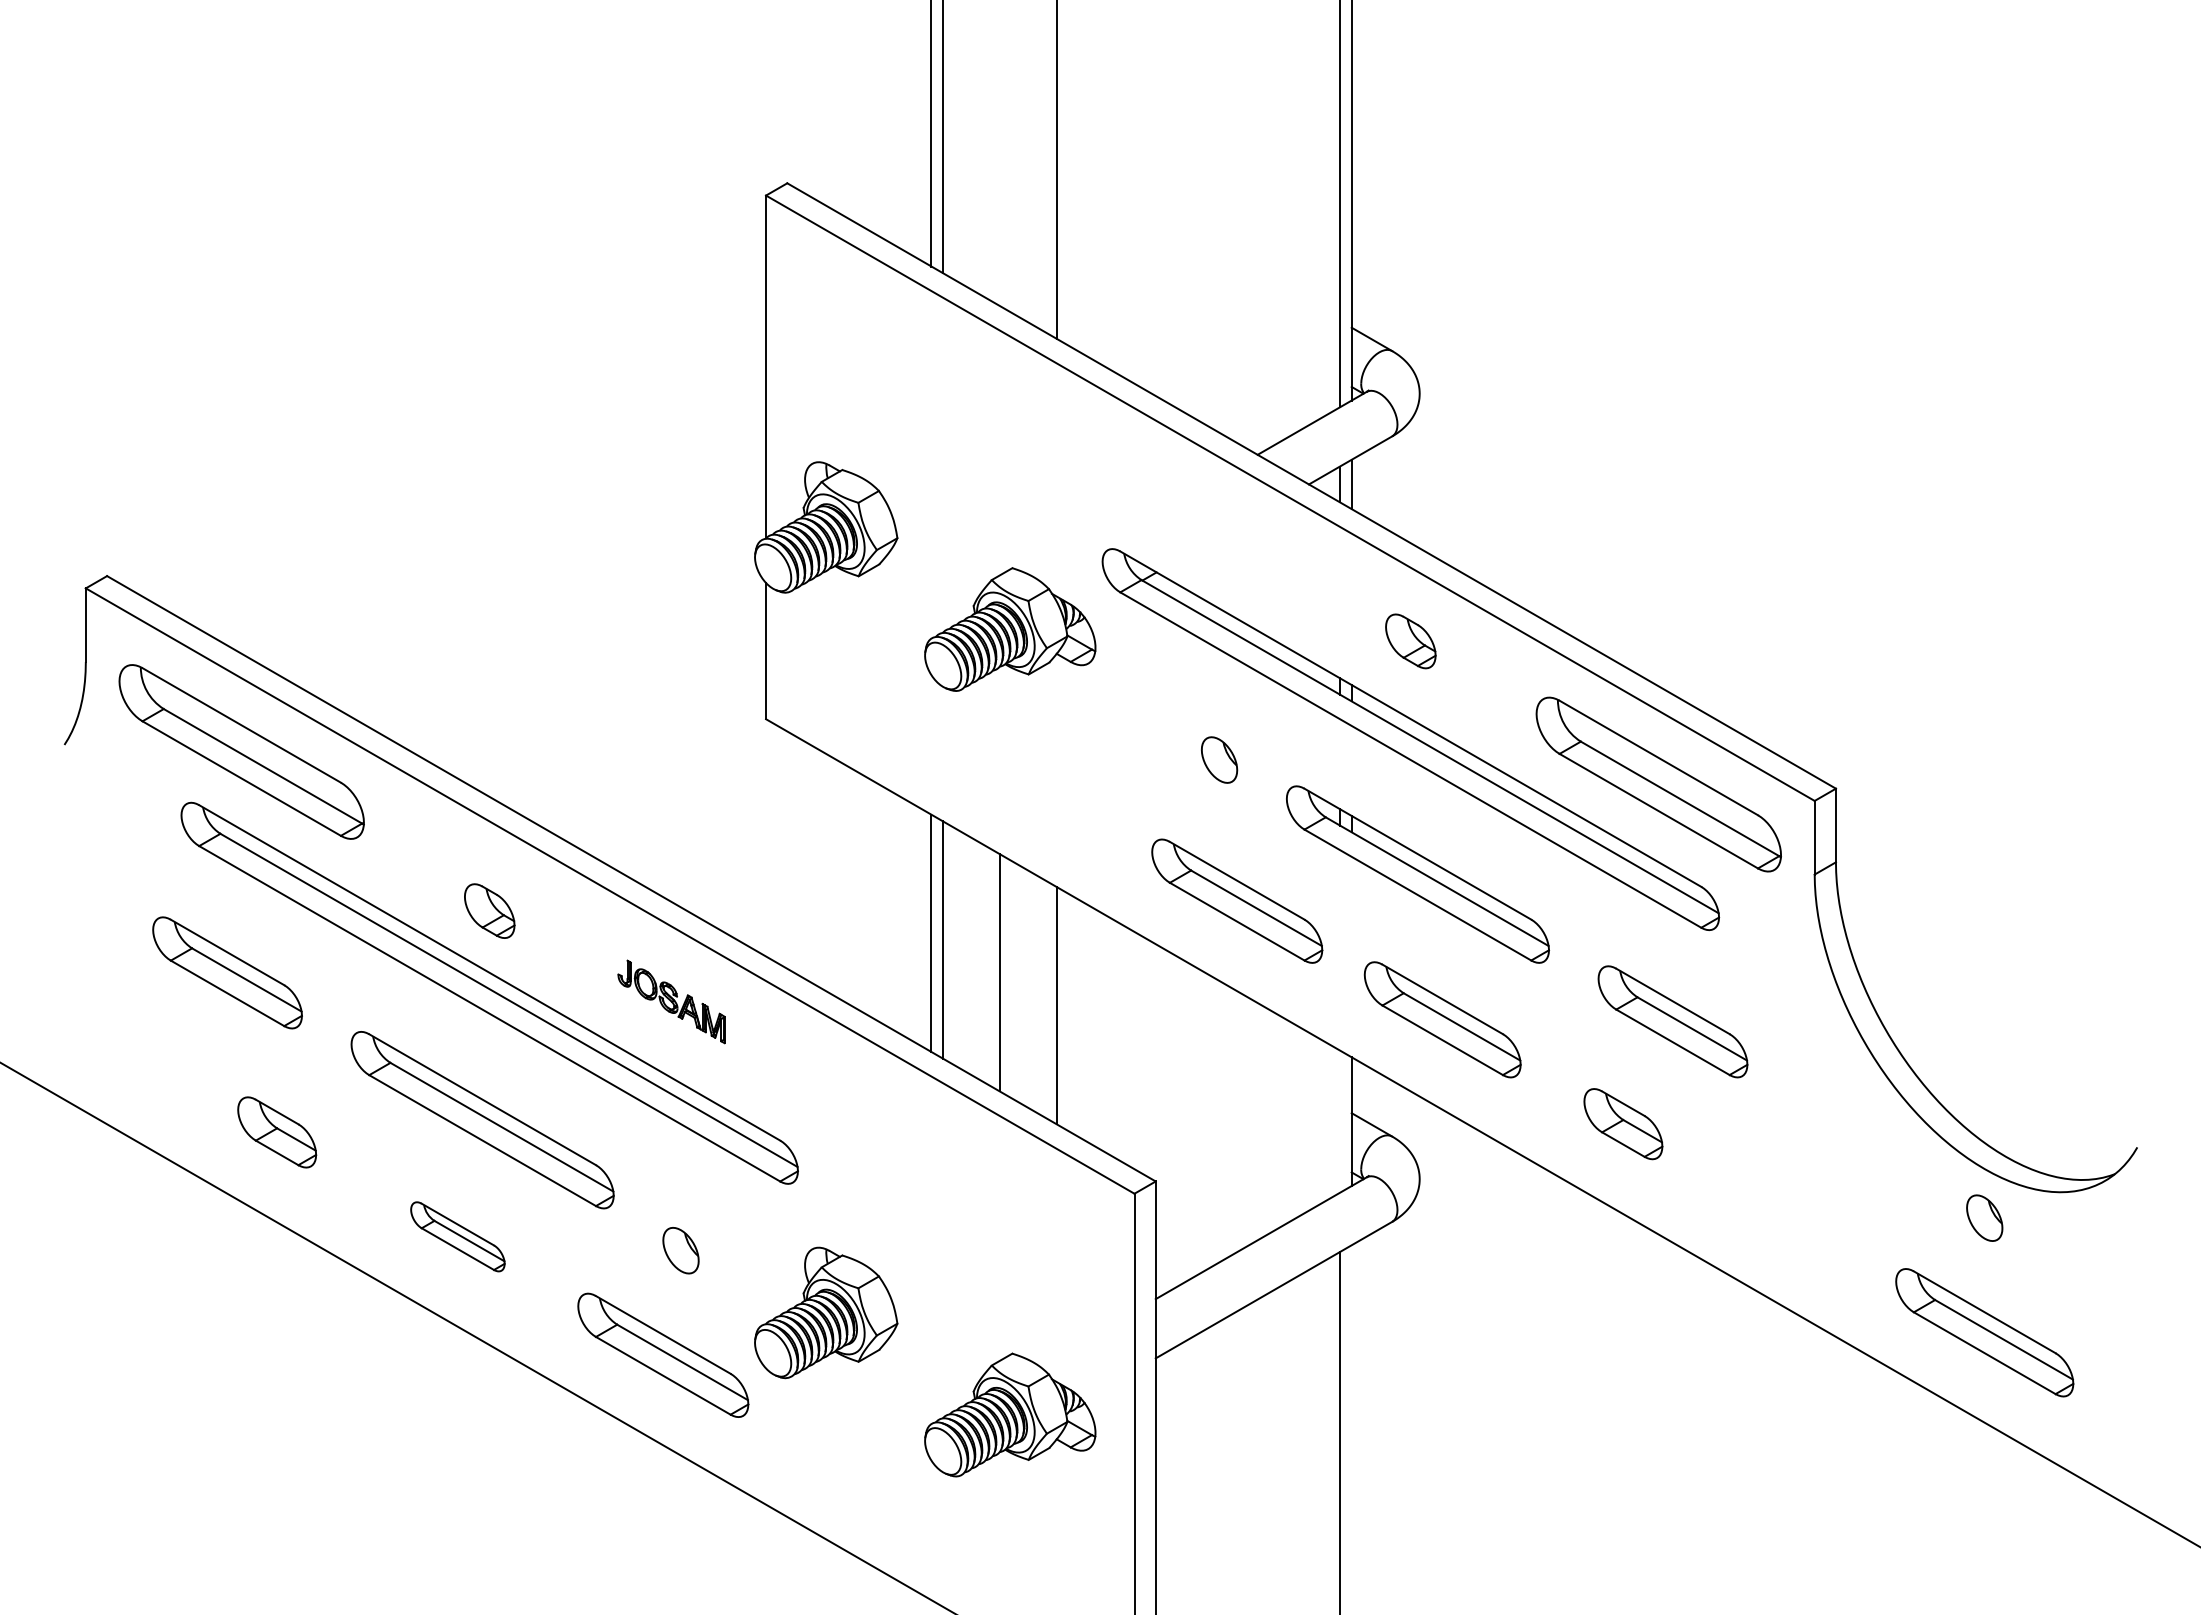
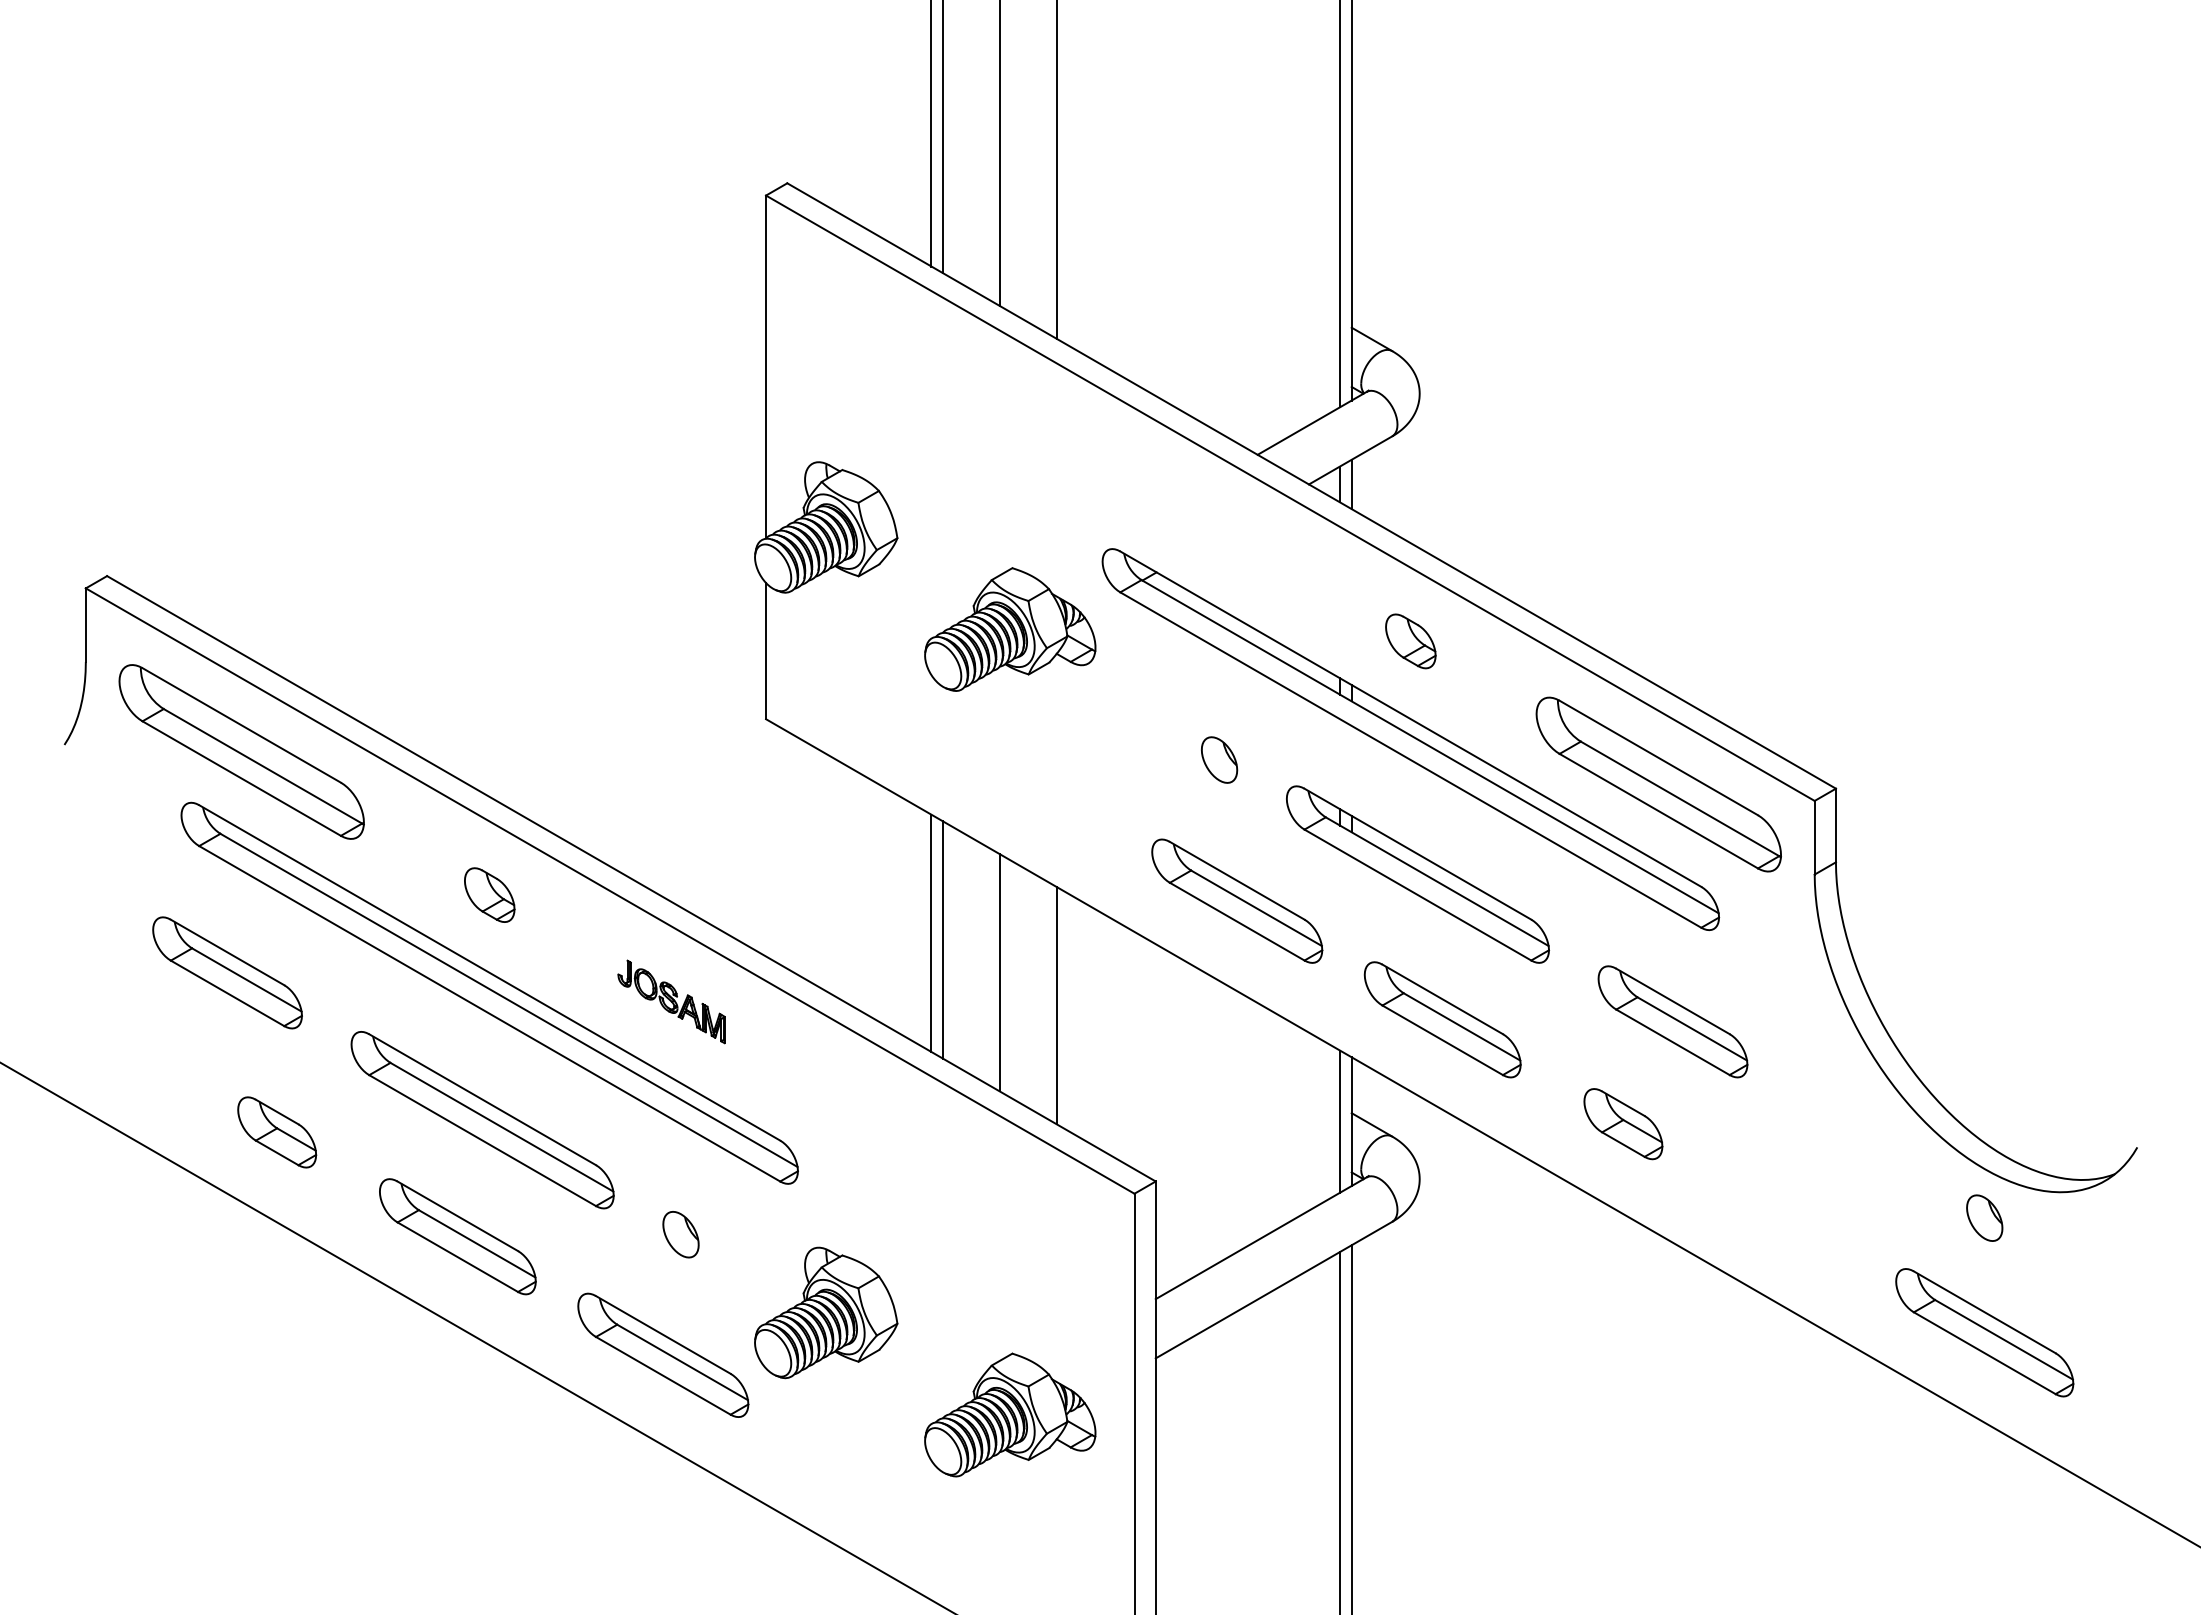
line at (999, 154): none -> present
part at (489, 910) position: (489, 910) -> (489, 894)
line at (1339, 1121): none -> present
part at (457, 1236) size: 96x72 px -> 158x118 px
part at (680, 1250) position: (680, 1250) -> (680, 1234)
line at (1351, 1428): none -> present
